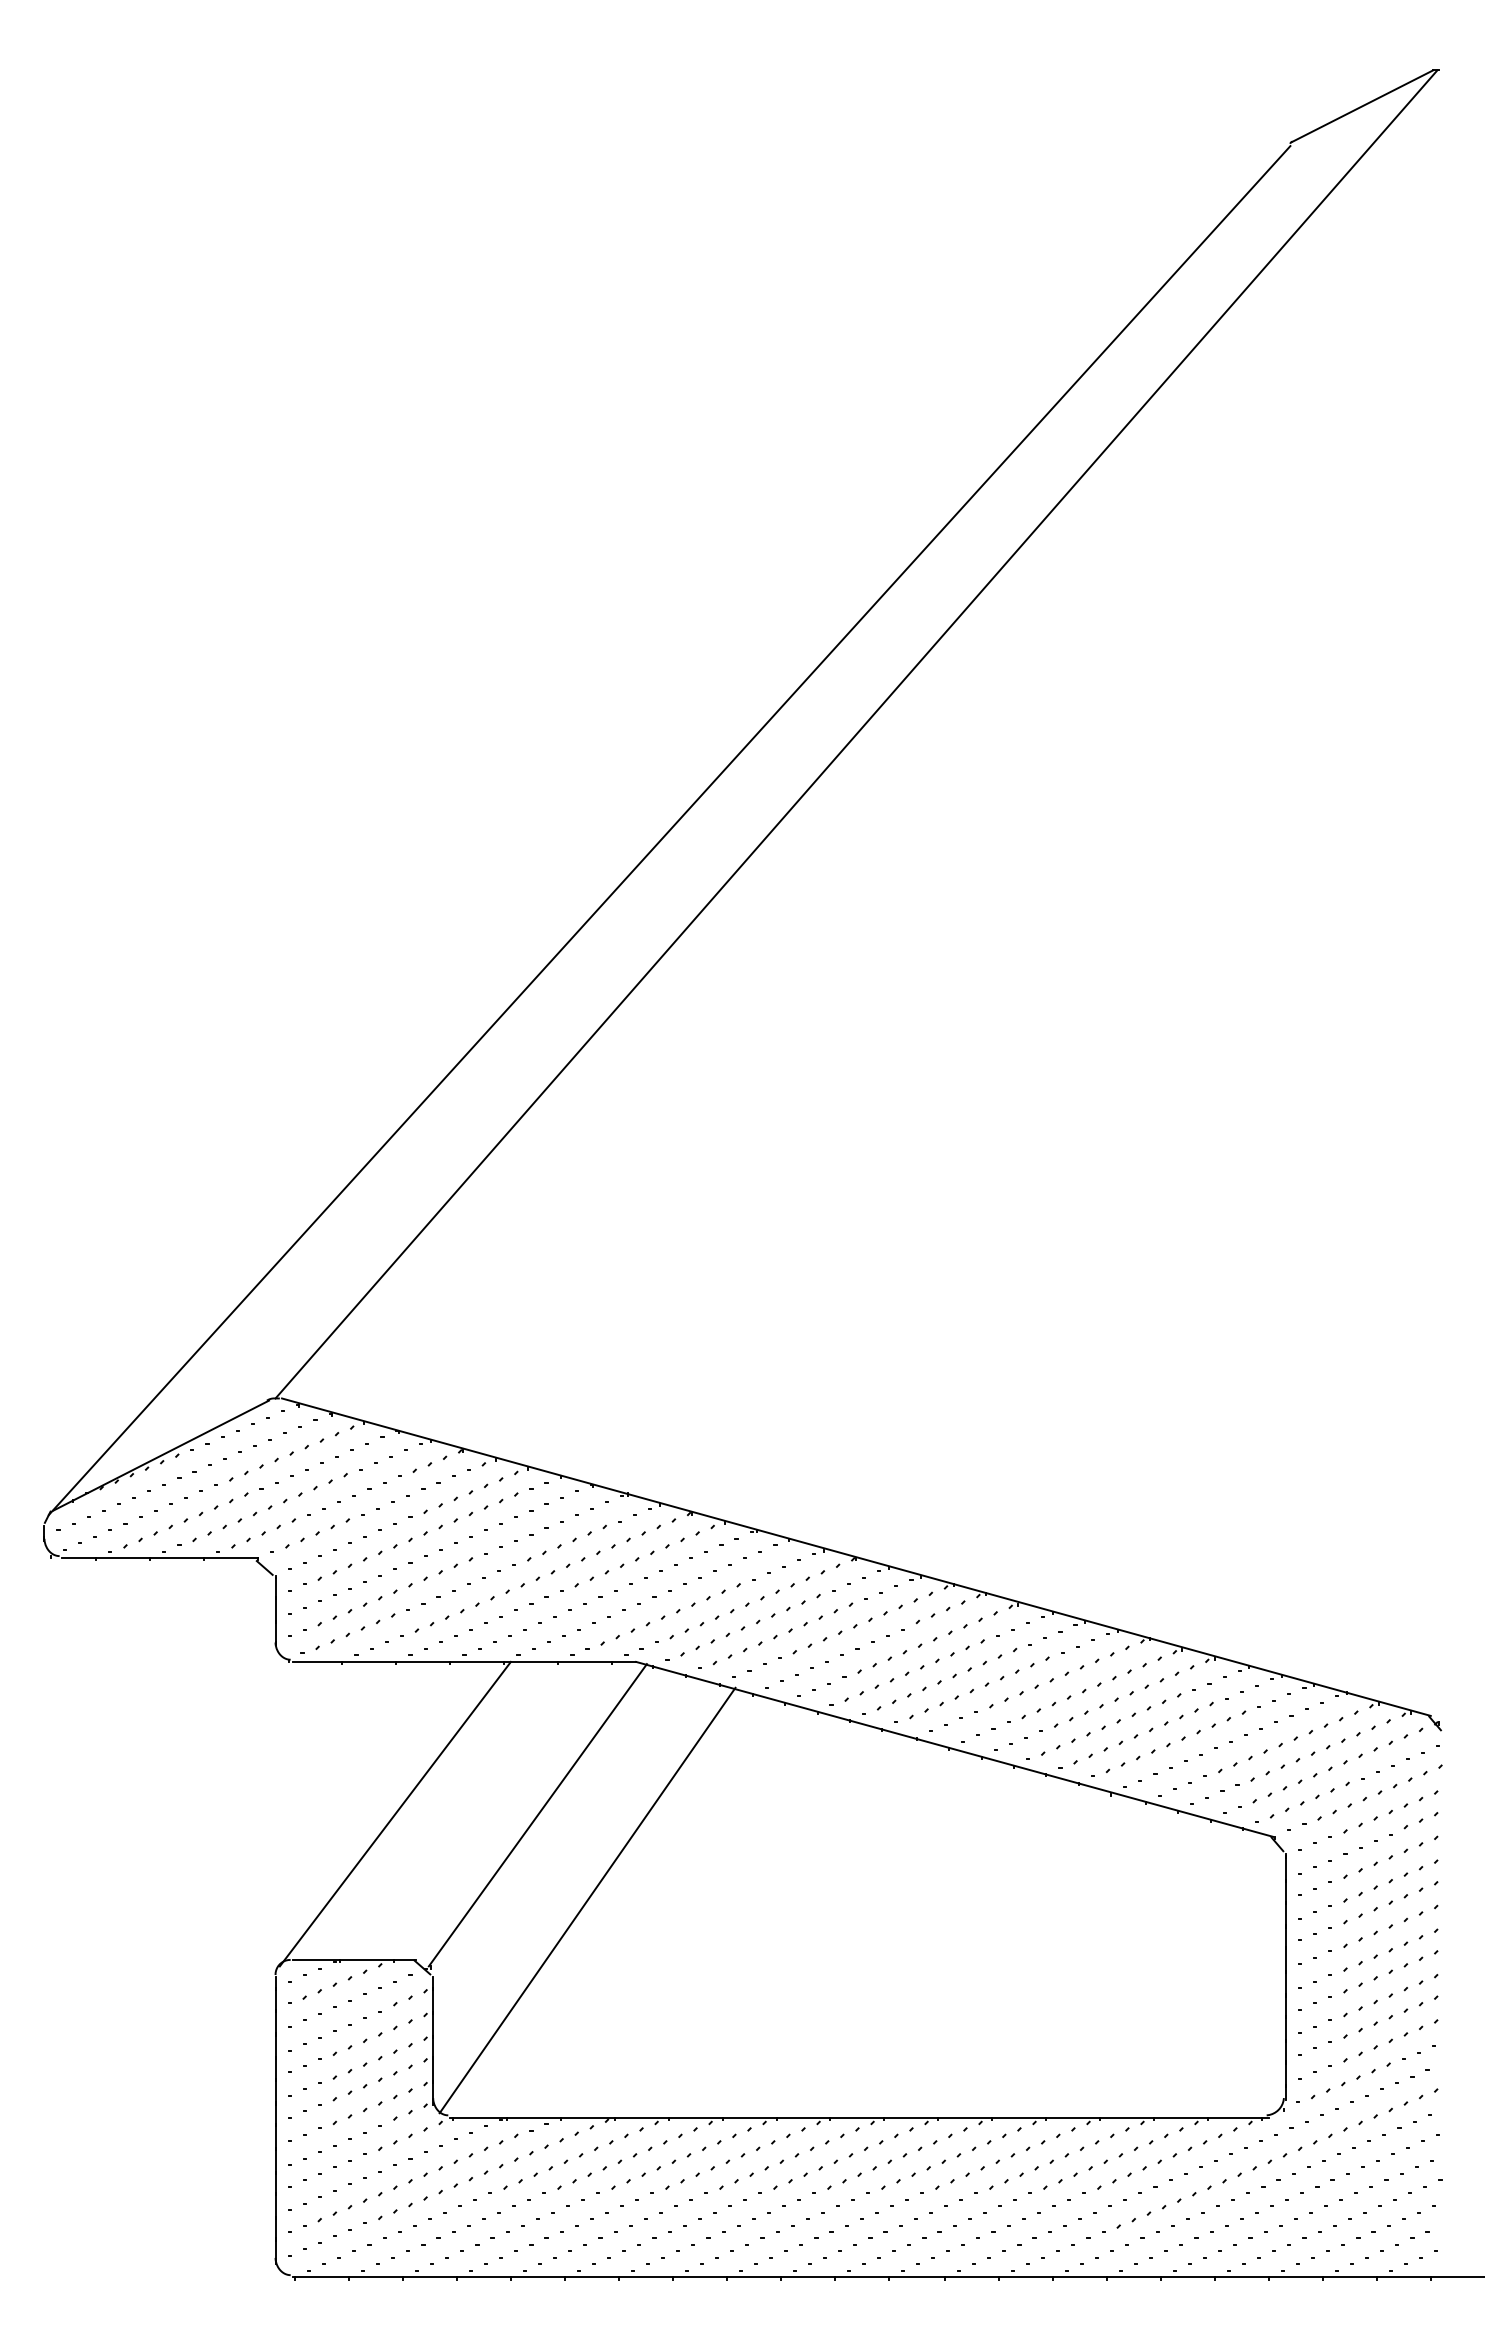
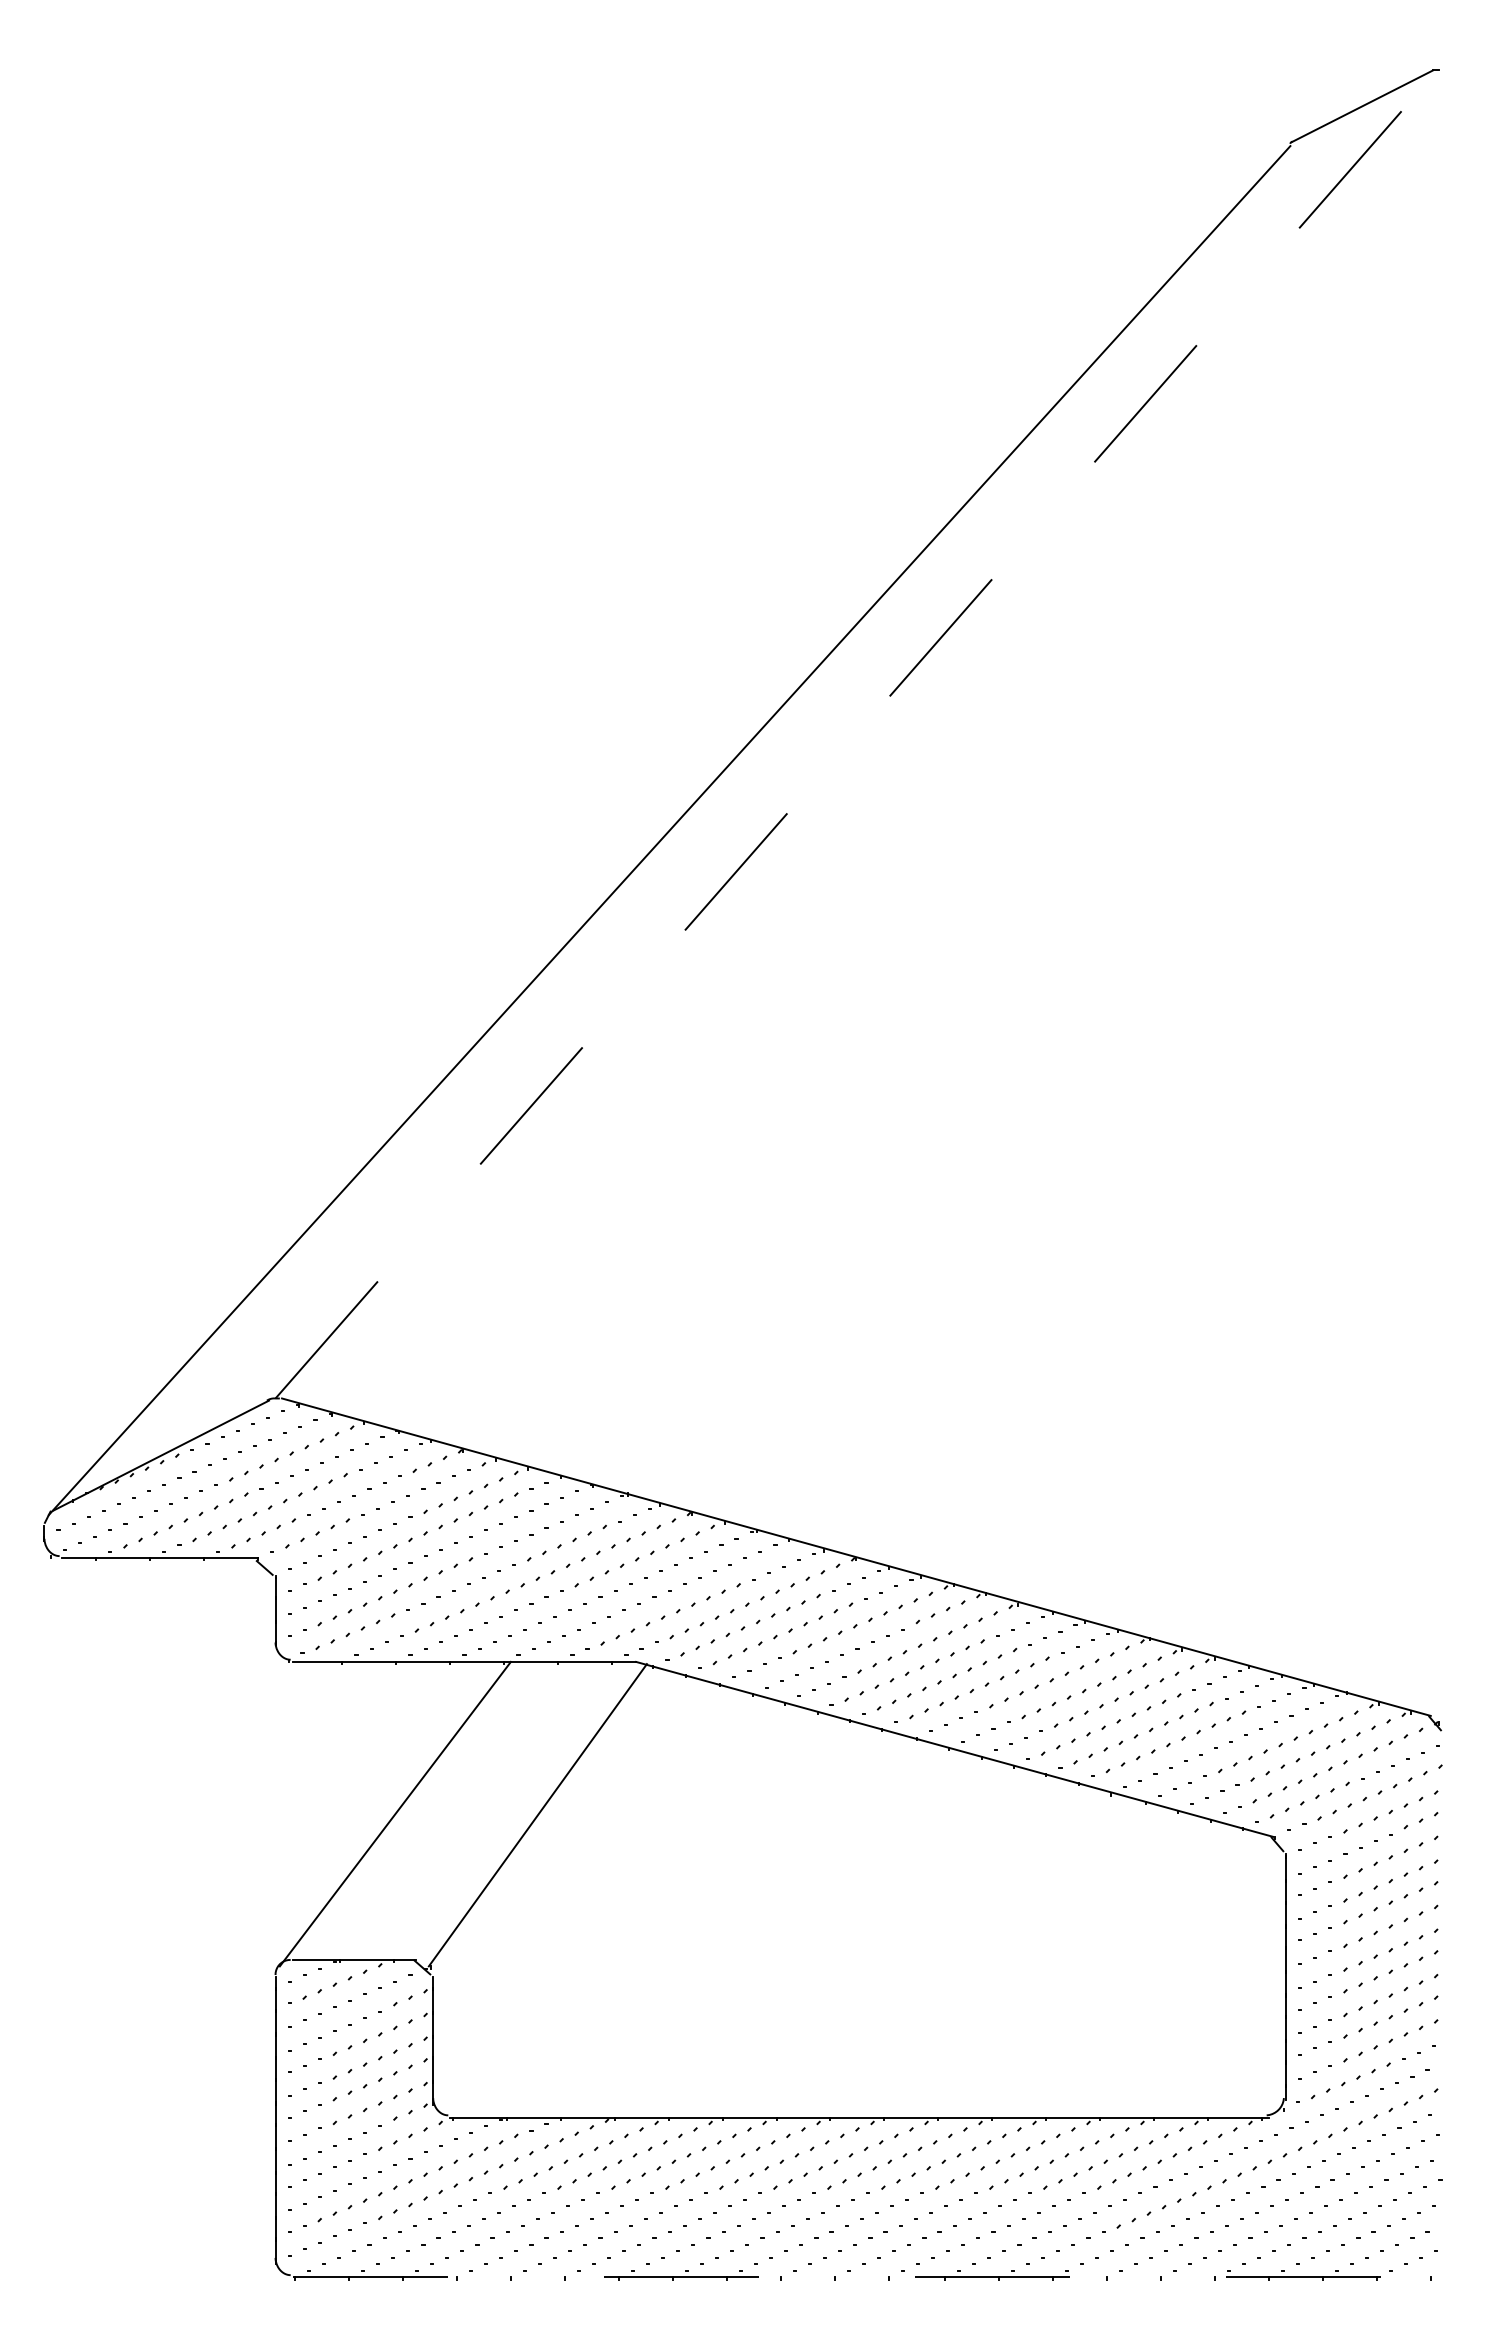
line at (856, 734): solid -> dashed
line at (587, 1900): present -> none
line at (888, 2277): solid -> dashed
